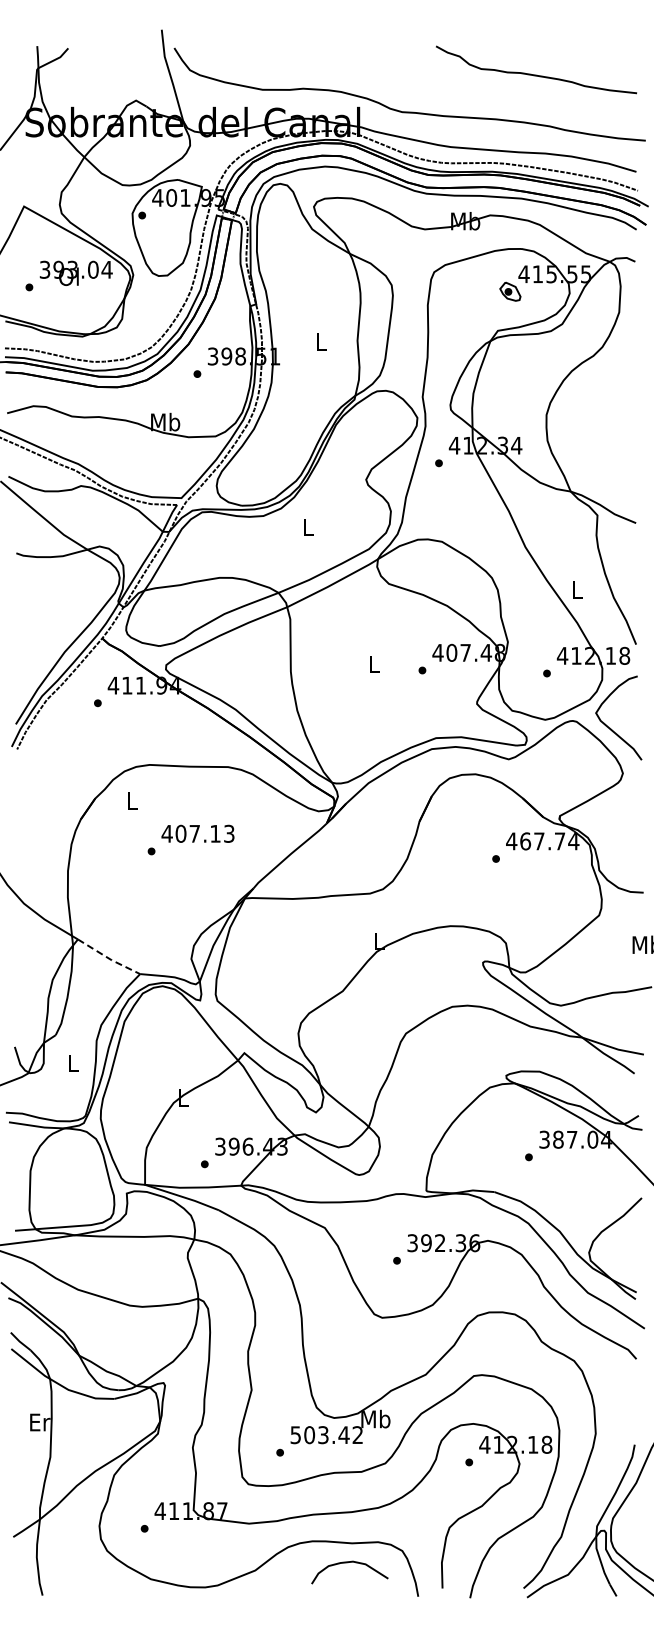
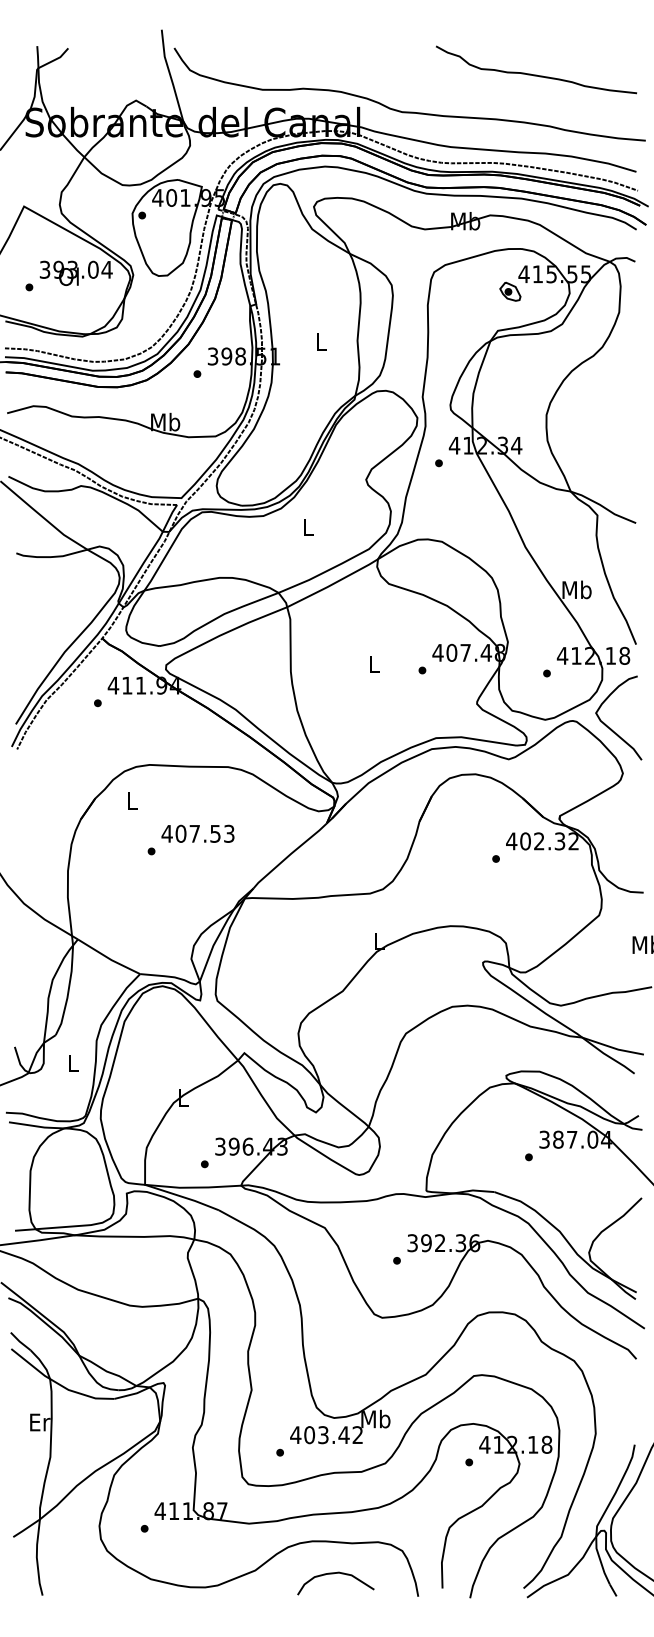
text at (576, 589): L -> Mb
text at (215, 833): 407.13 -> 407.53
text at (549, 841): 467.74 -> 402.32
line at (109, 958): dashed -> solid
text at (295, 1435): 503.42 -> 403.42
curve at (347, 1563) position: (347, 1563) -> (333, 1574)
